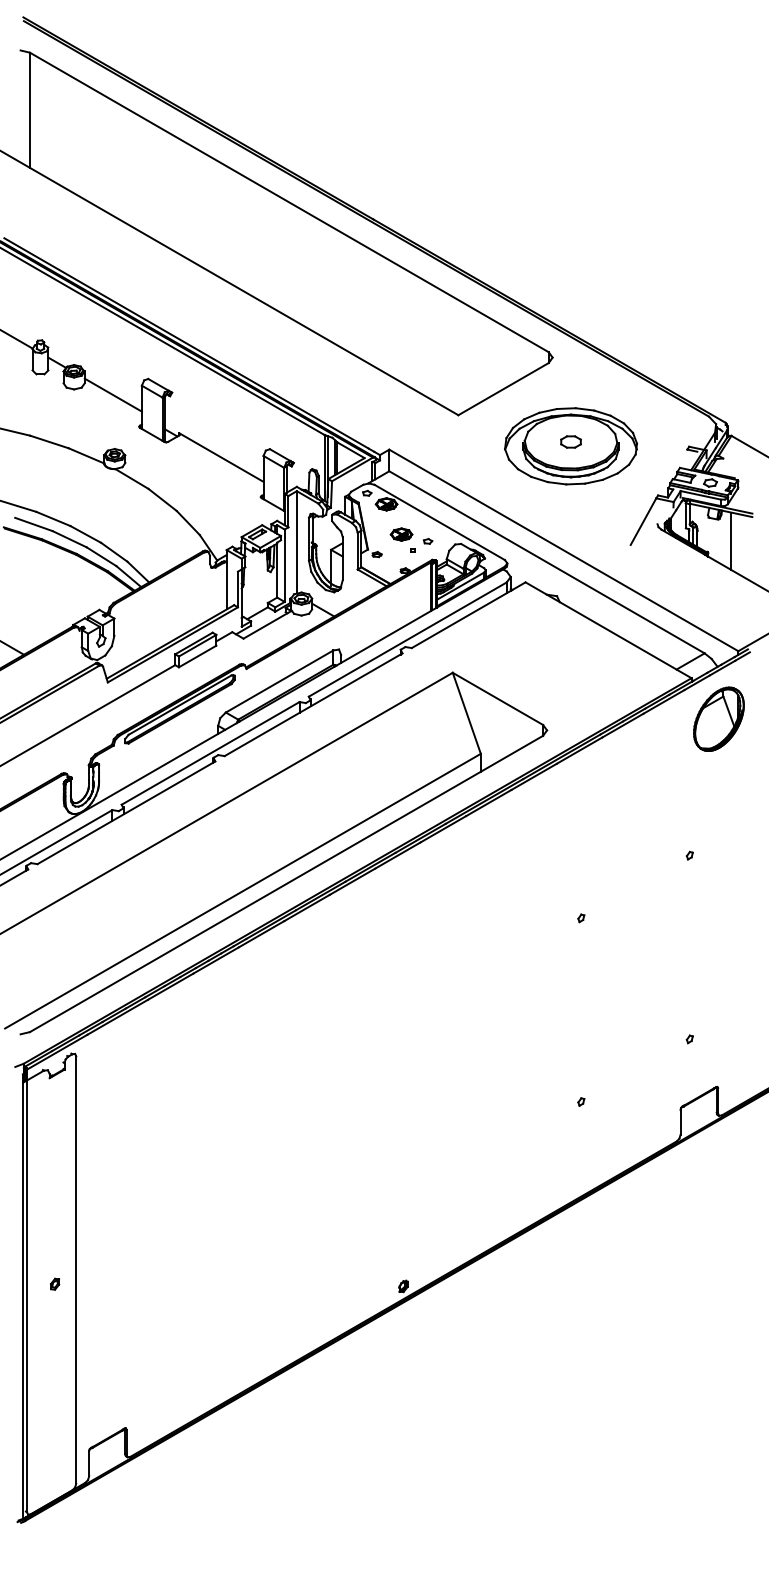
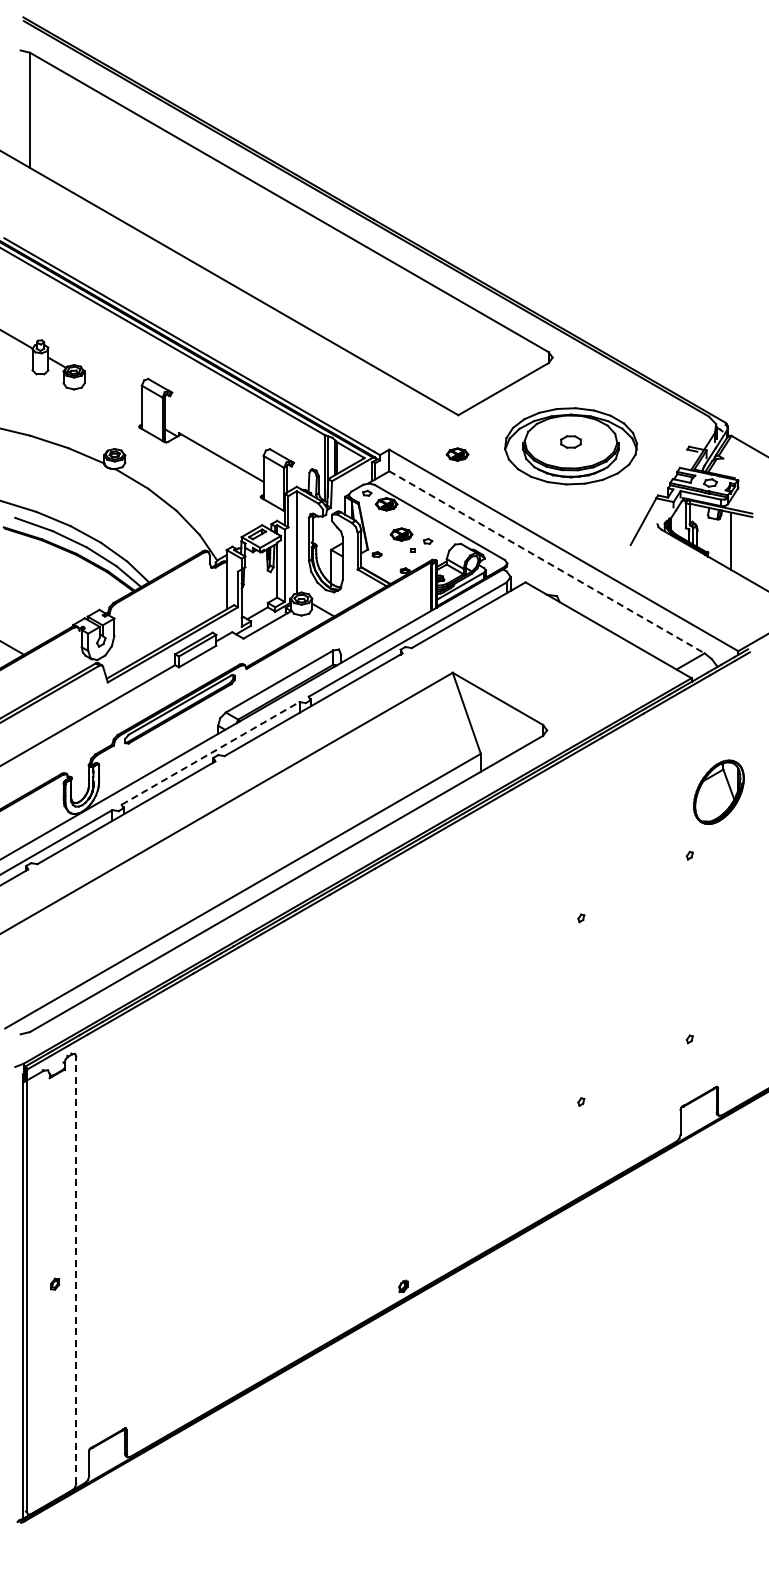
line at (112, 394): present -> none
part at (457, 454): none -> present
line at (547, 562): solid -> dashed
part at (718, 718) position: (718, 718) -> (718, 791)
line at (210, 753): solid -> dashed
line at (76, 1270): solid -> dashed
